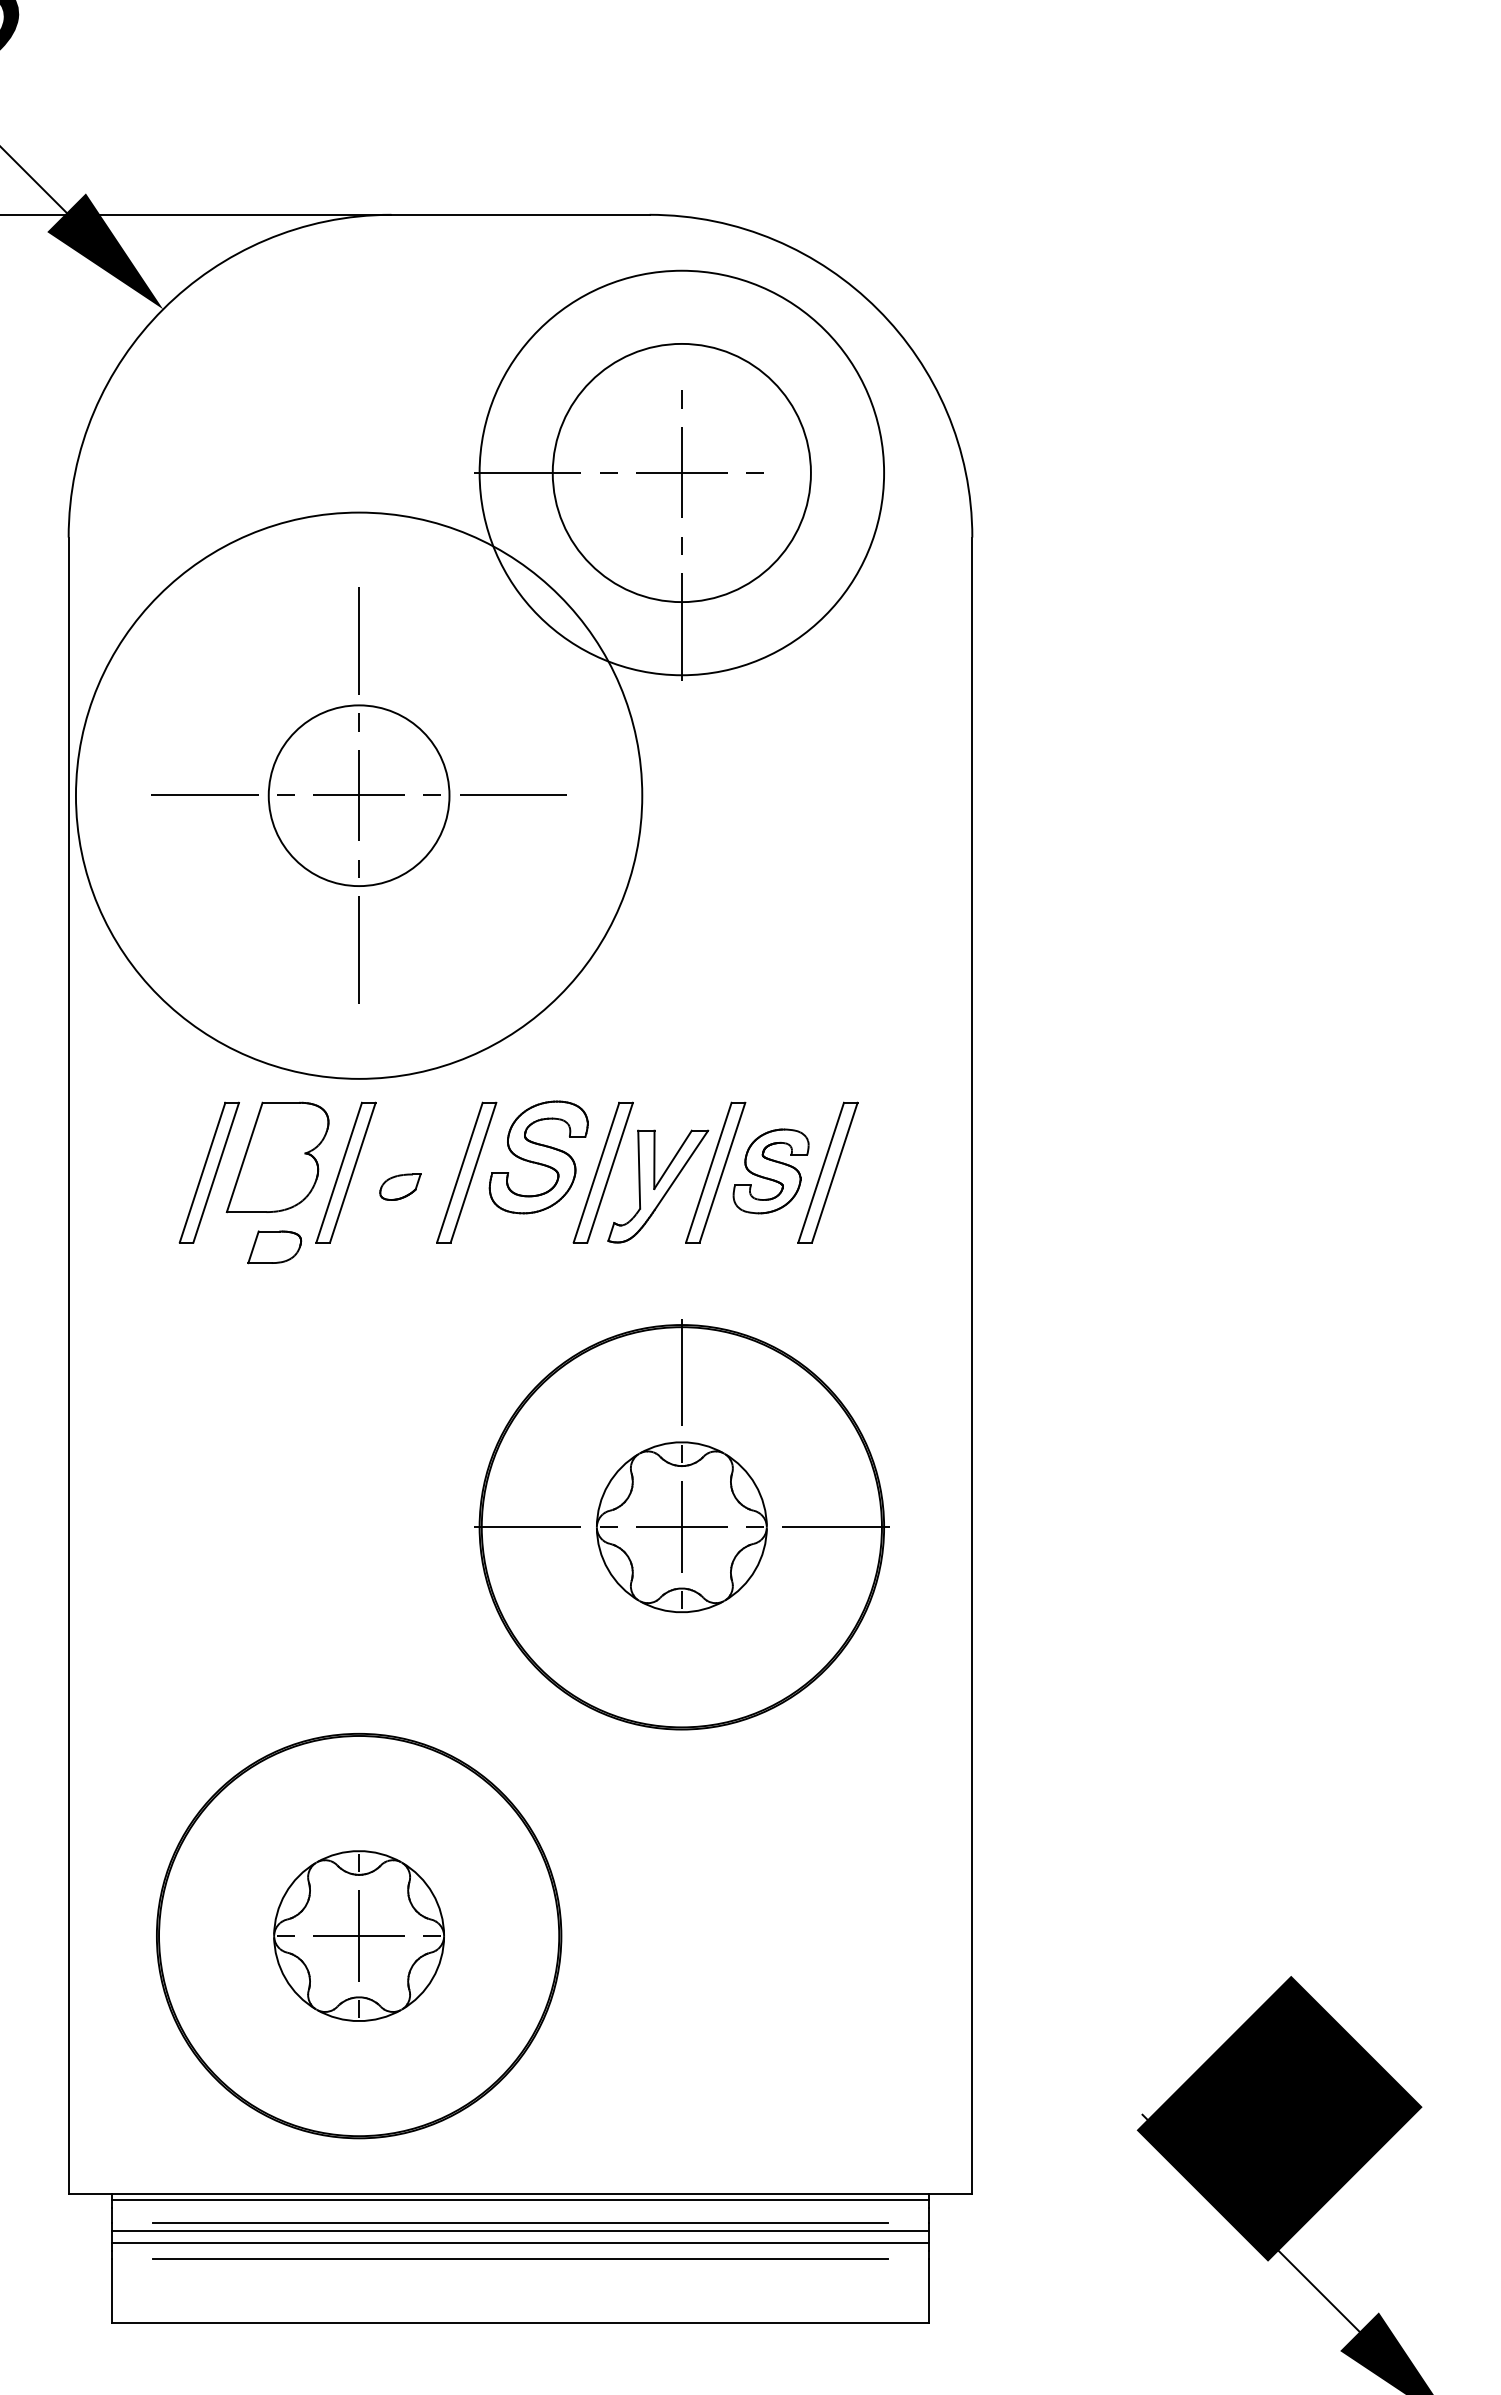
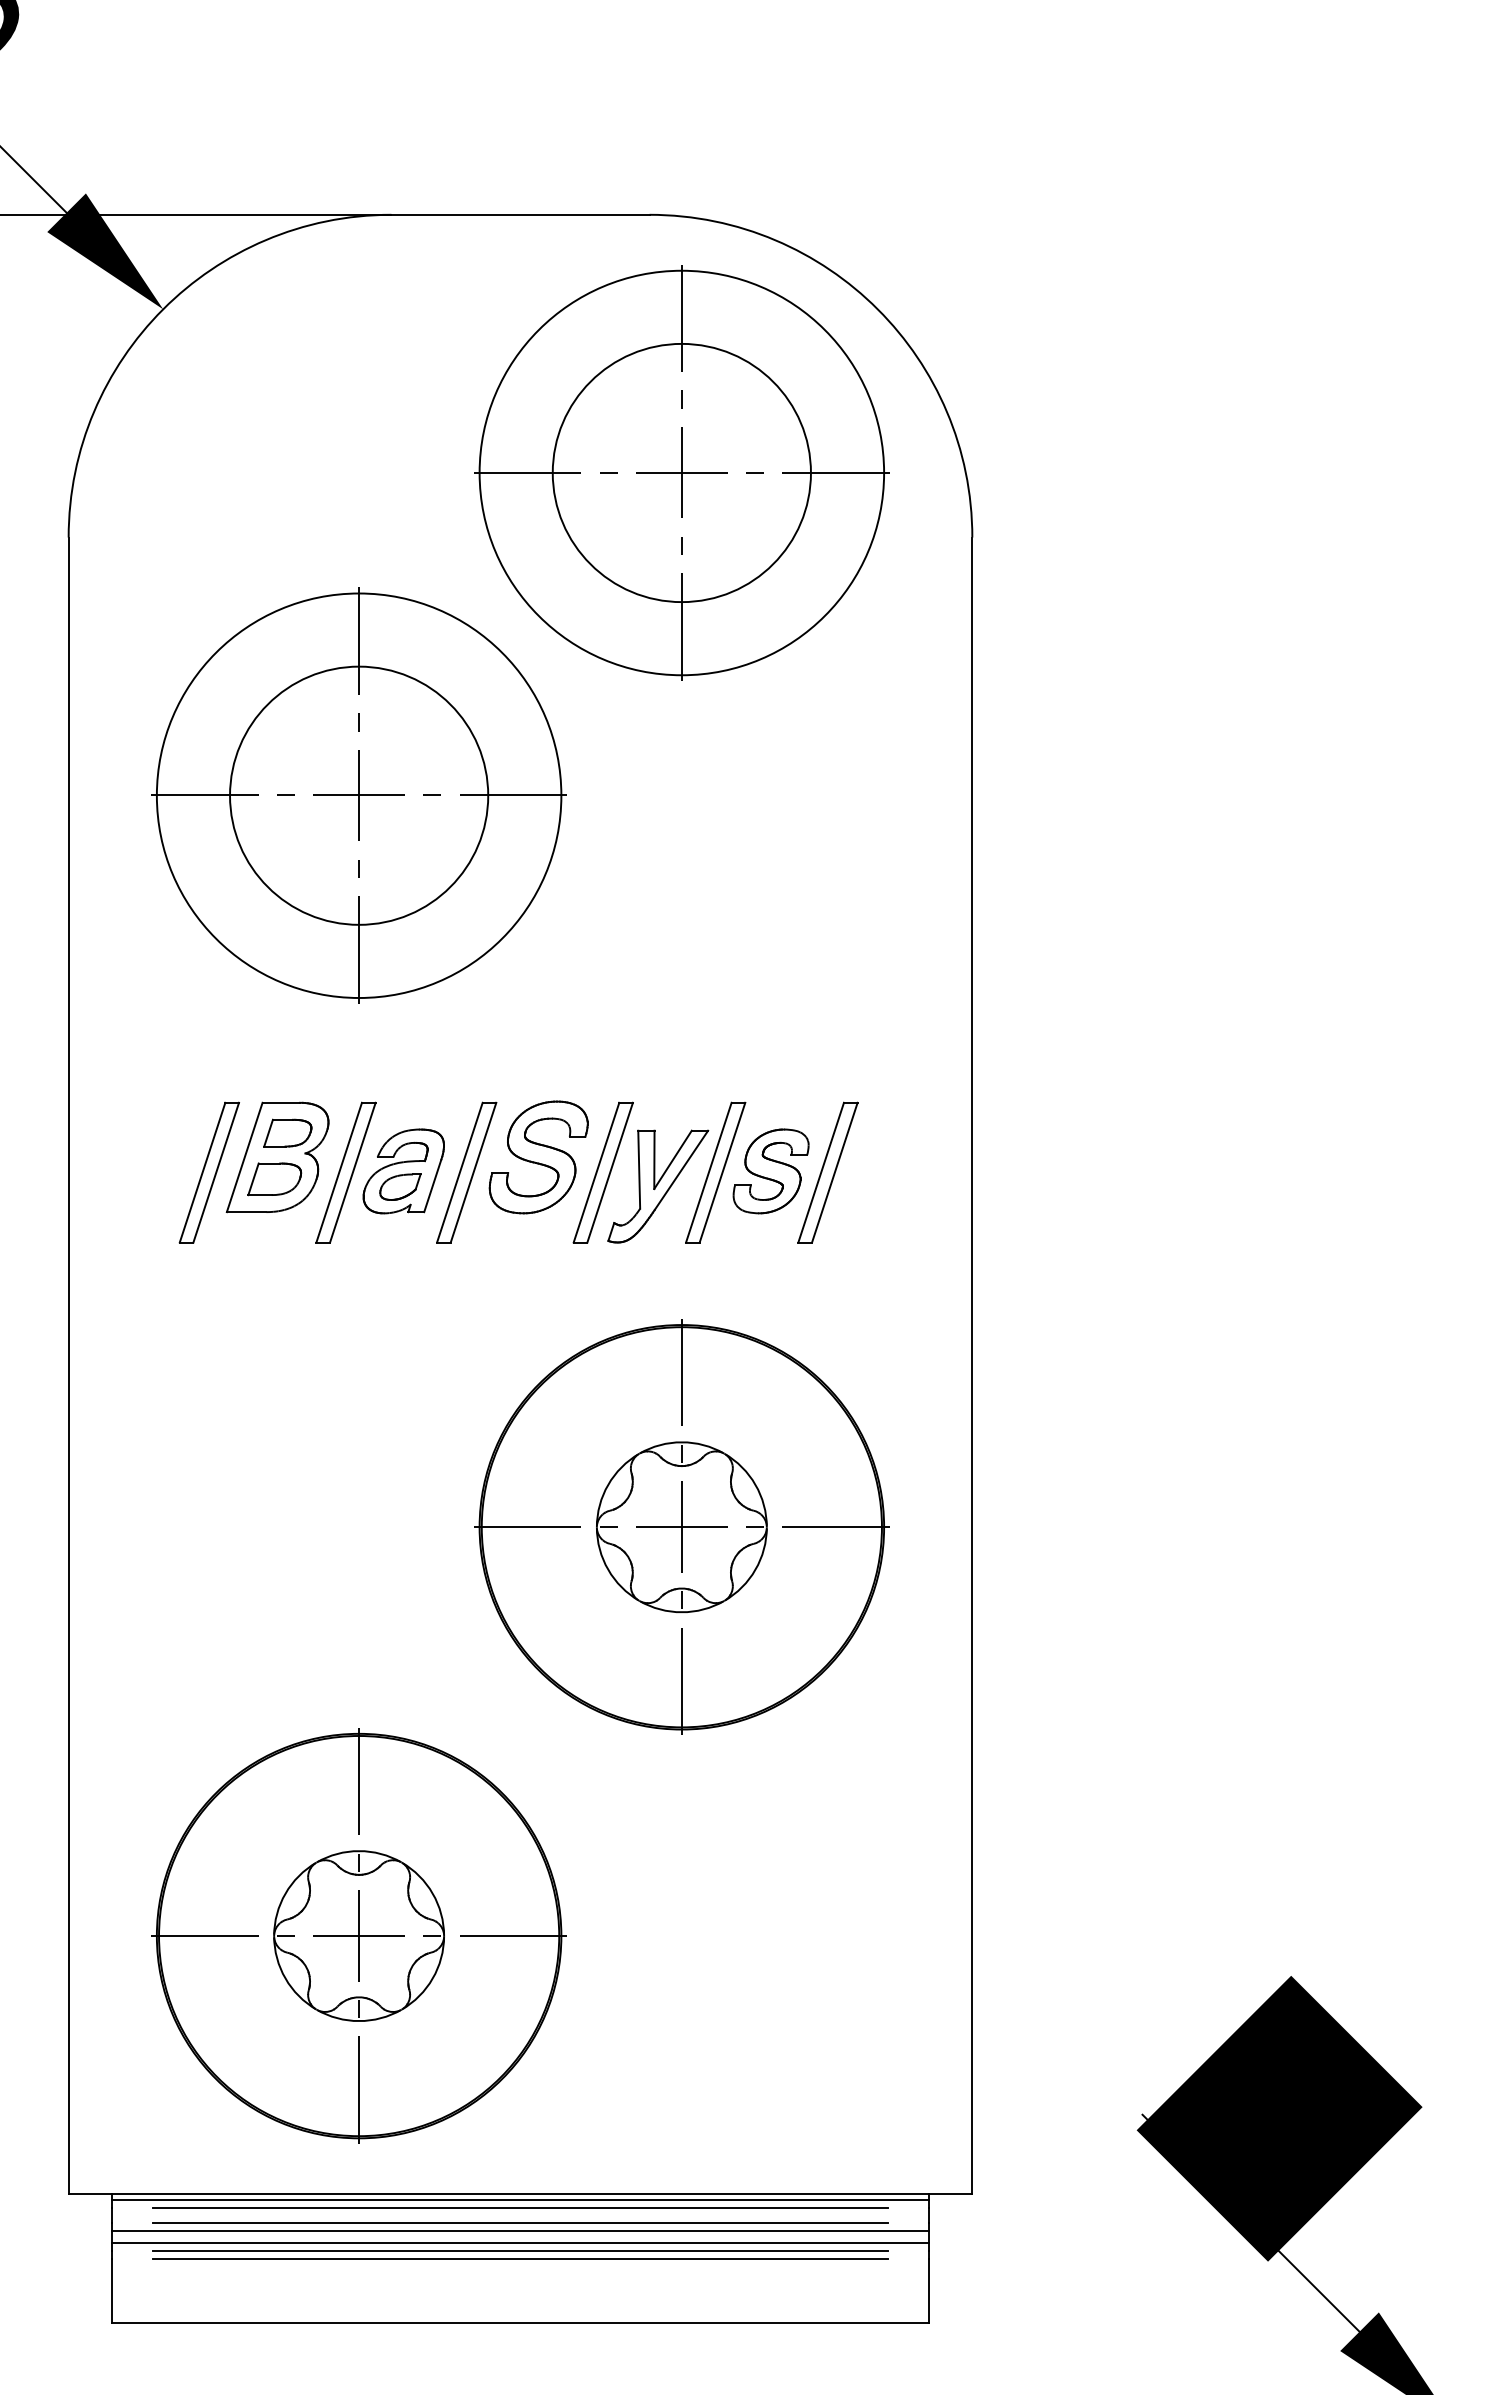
line at (681, 317): none -> present
line at (837, 472): none -> present
circle at (358, 795) diameter: 181 px -> 258 px
circle at (358, 795) diameter: 566 px -> 404 px
part at (287, 1132): none -> present
part at (403, 1171): none -> present
part at (274, 1247) position: (274, 1247) -> (274, 1179)
line at (681, 1682): none -> present
line at (359, 1780): none -> present
line at (203, 1935): none -> present
line at (514, 1935): none -> present
line at (359, 2091): none -> present
line at (520, 2208): none -> present
line at (520, 2251): none -> present
